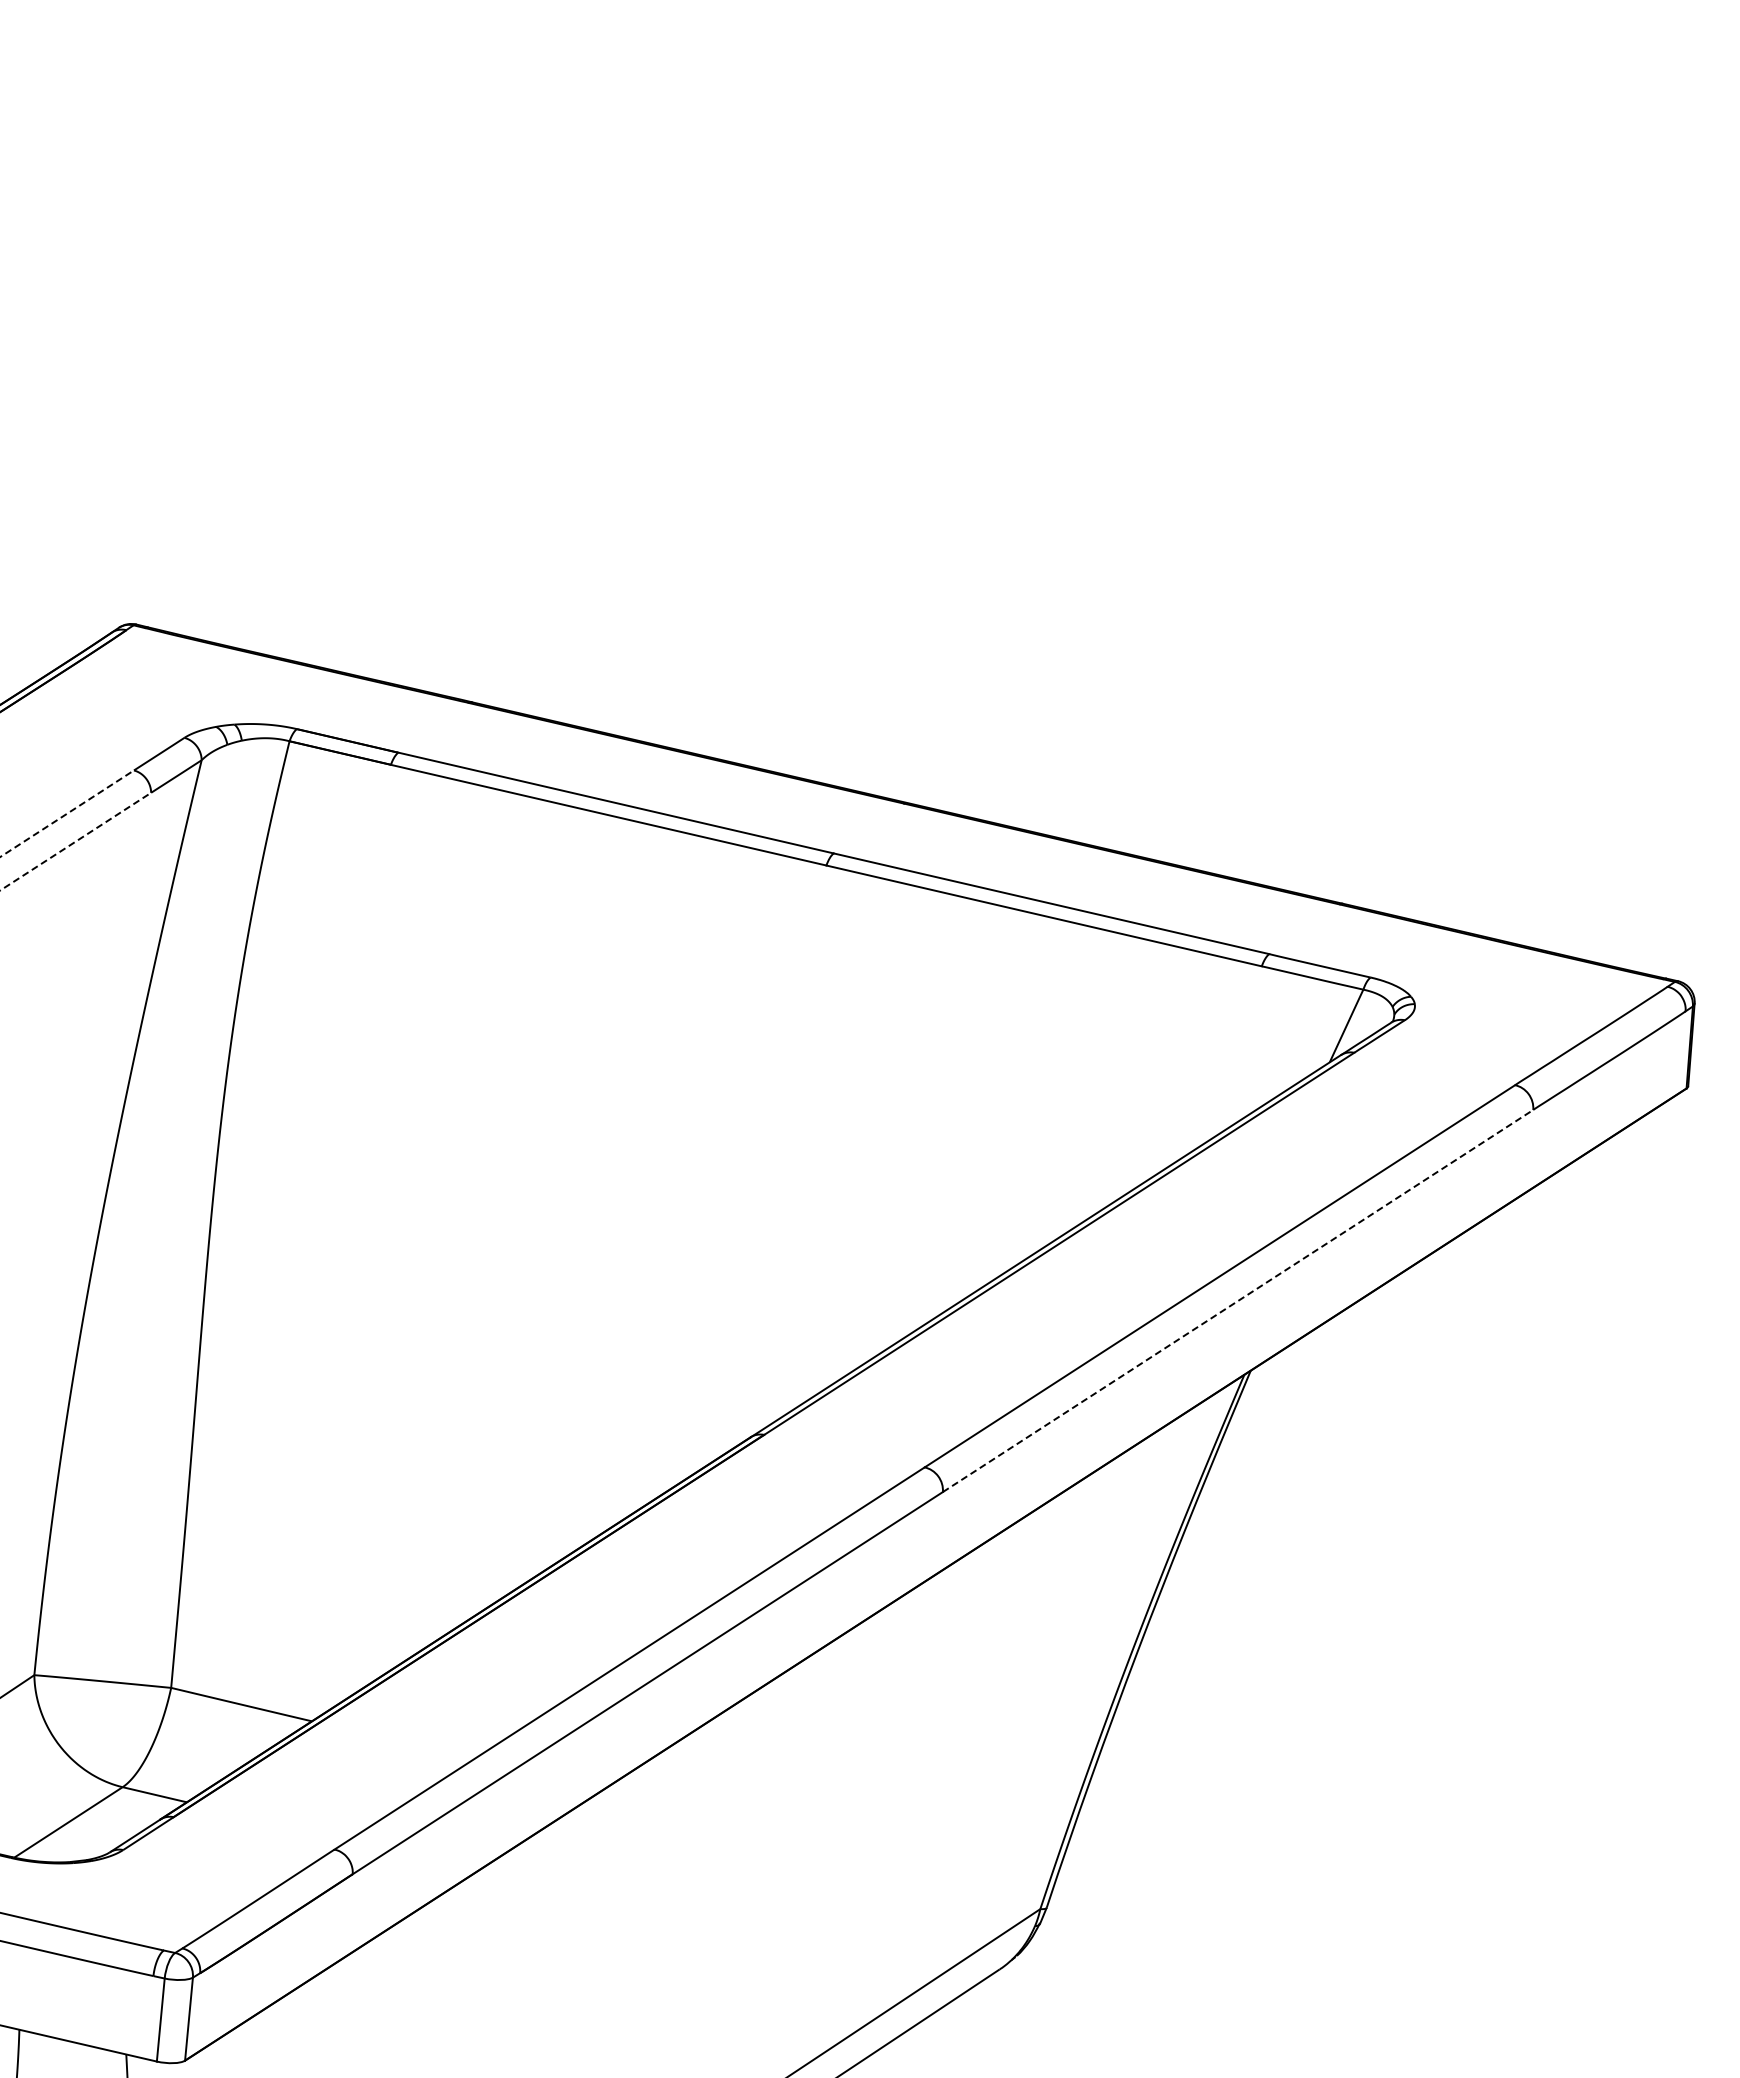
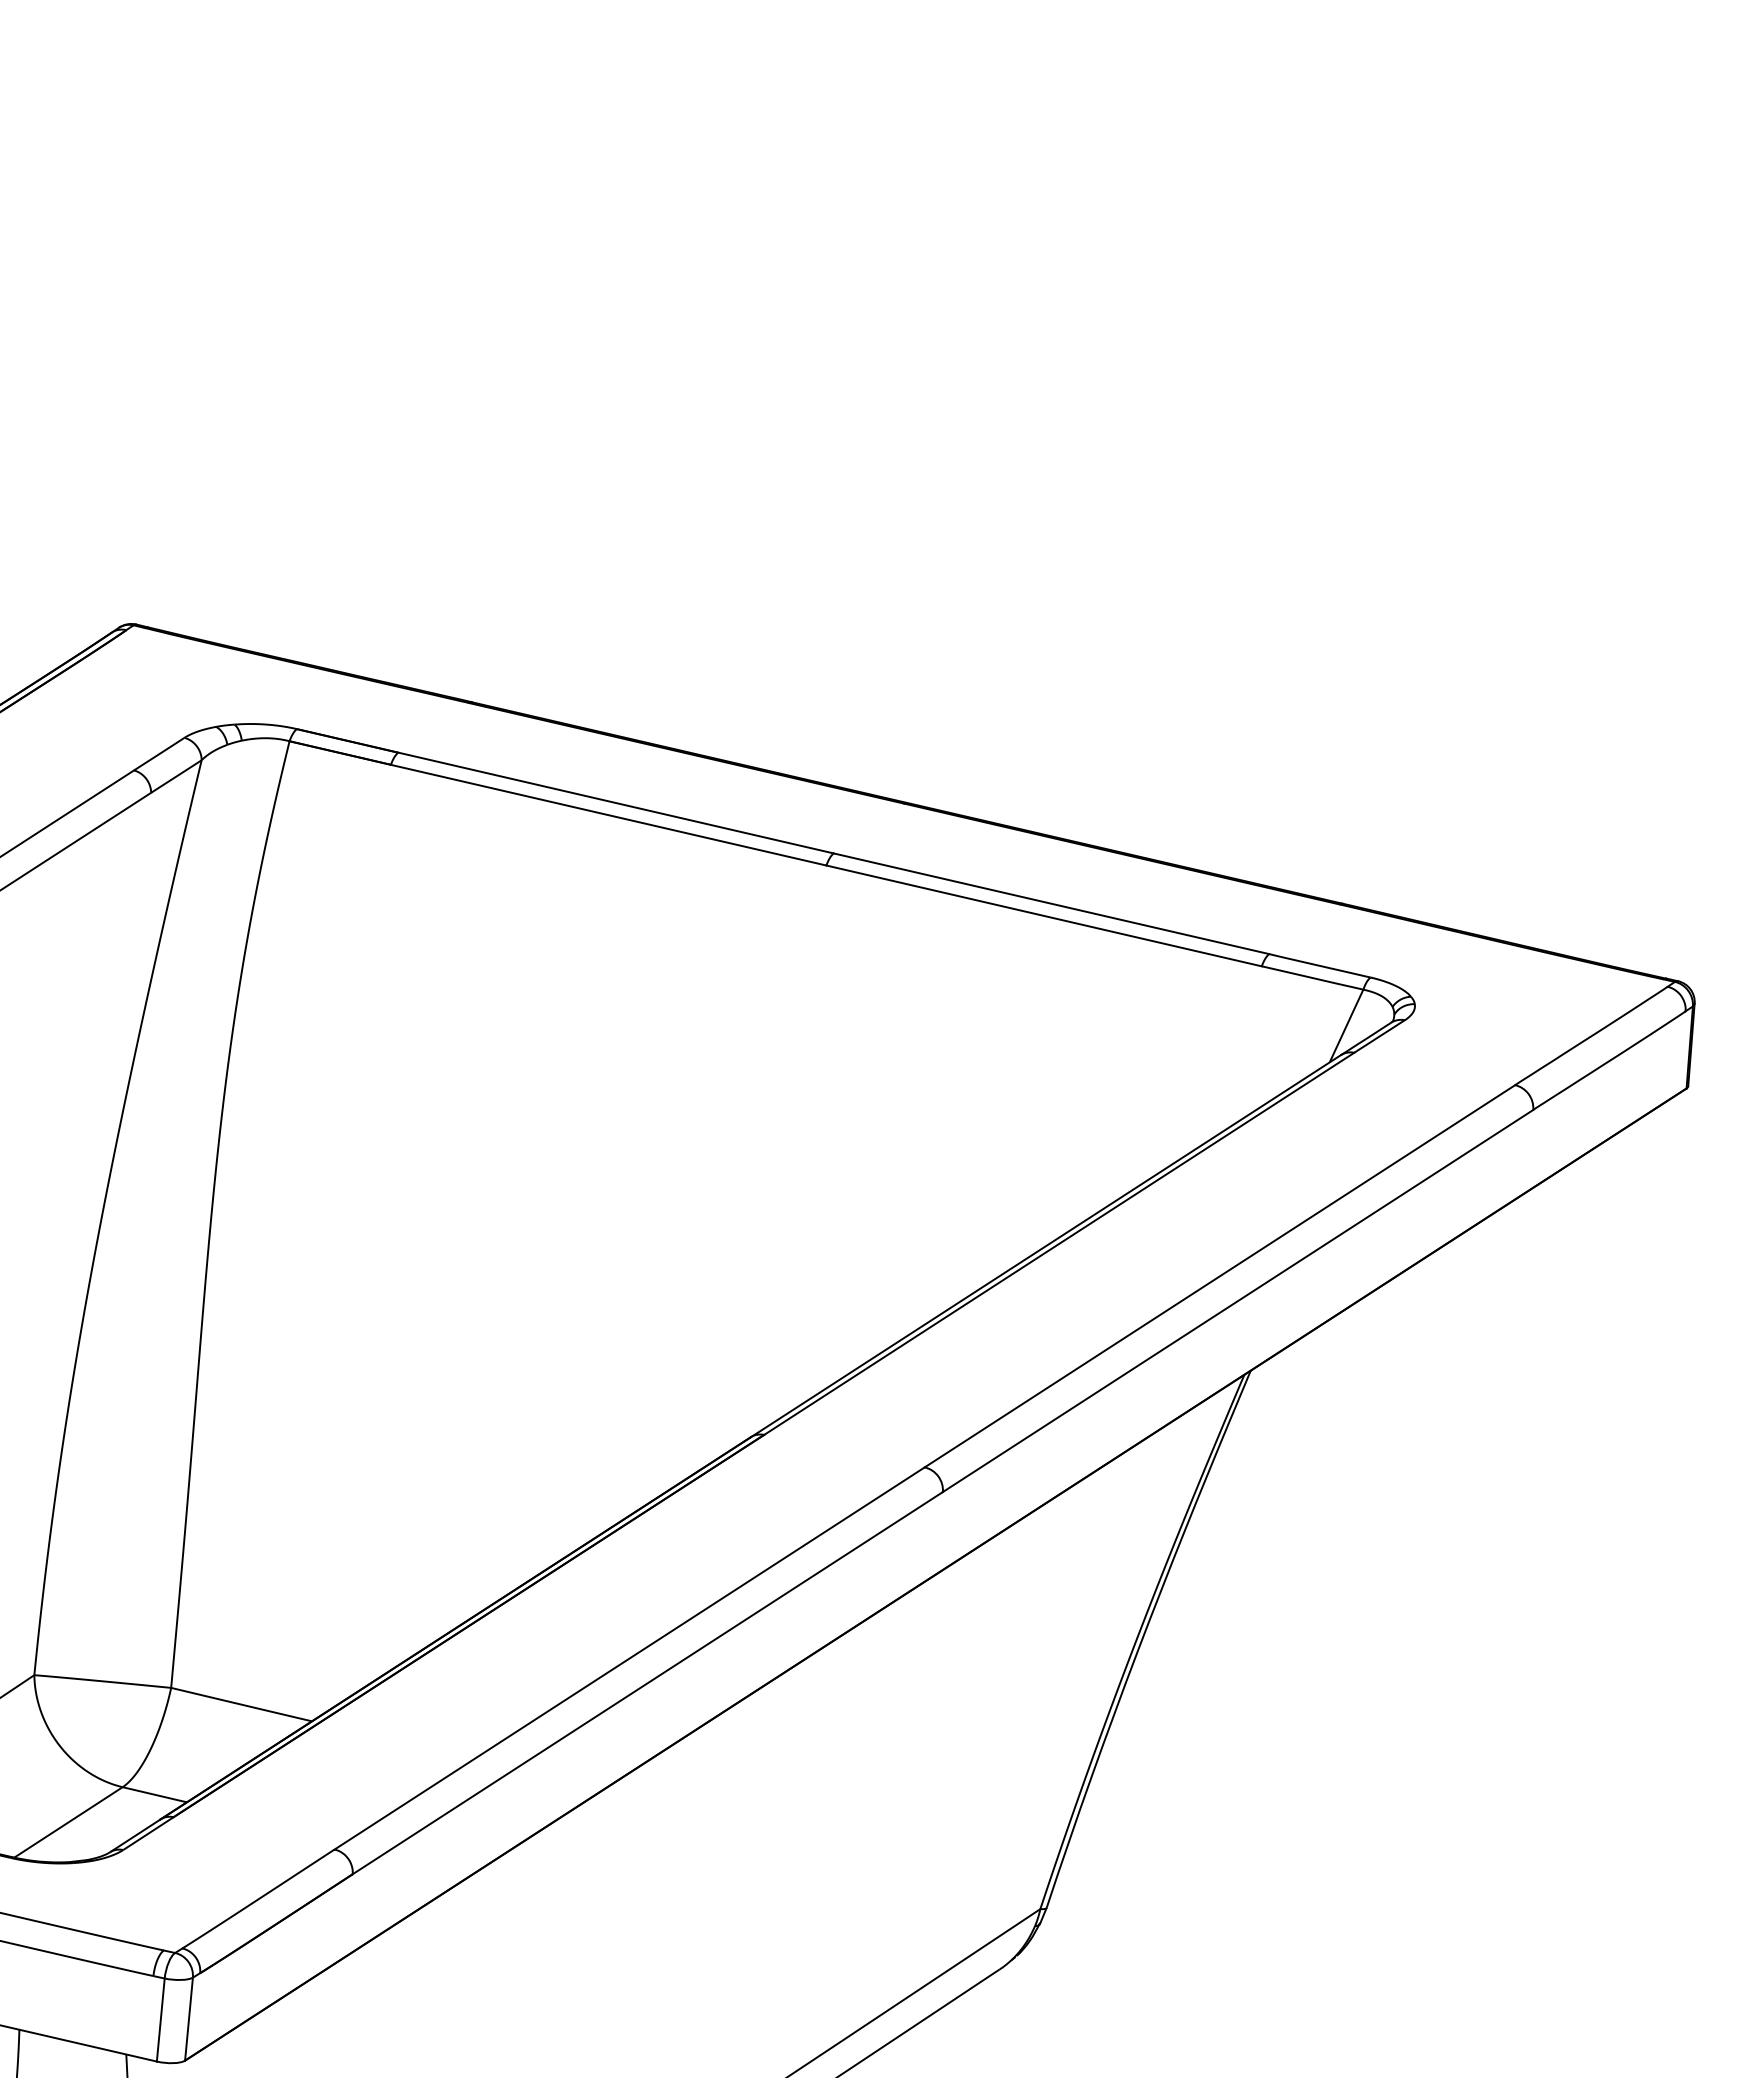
line at (67, 813): dashed -> solid
line at (75, 841): dashed -> solid
line at (1238, 1301): dashed -> solid
